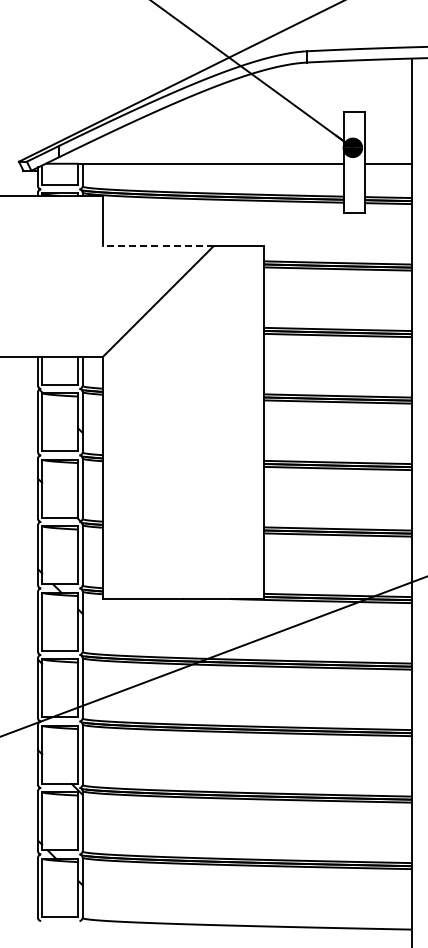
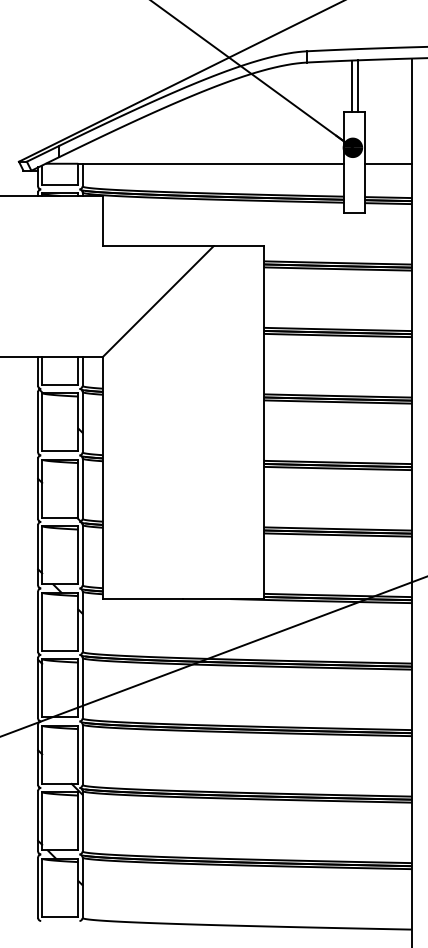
line at (351, 85): none -> present
line at (357, 85): none -> present
line at (157, 246): dashed -> solid
